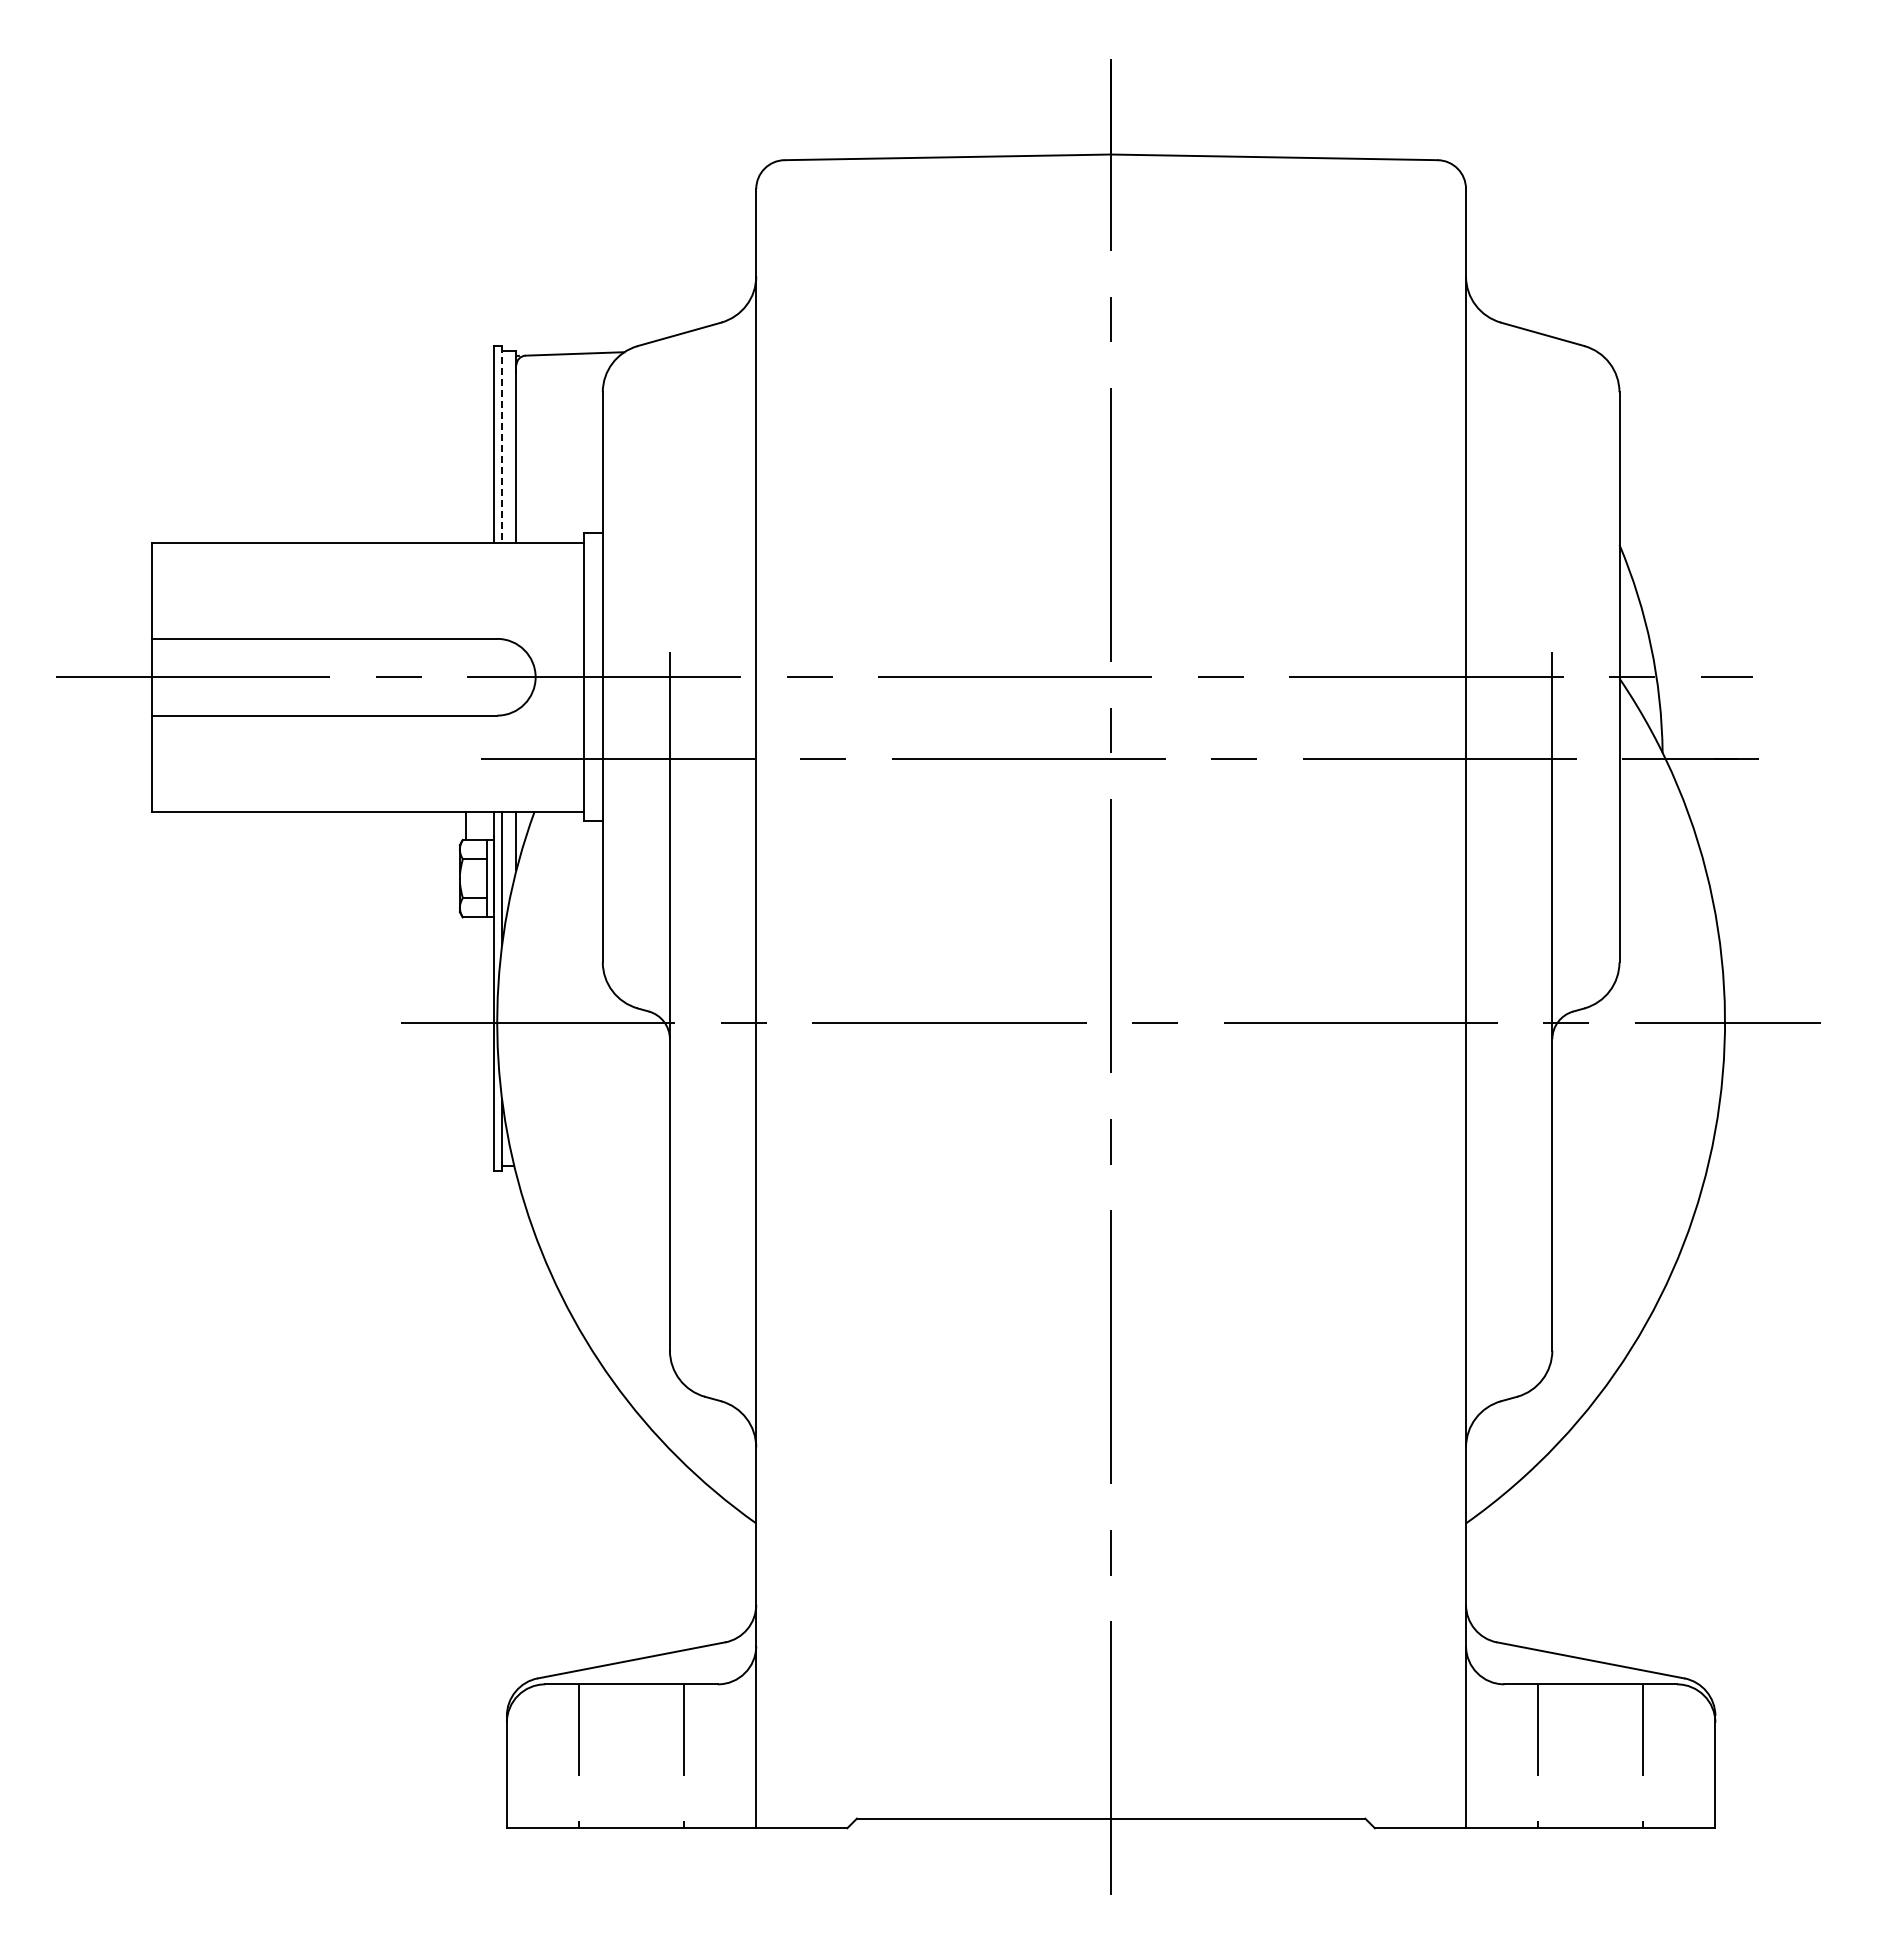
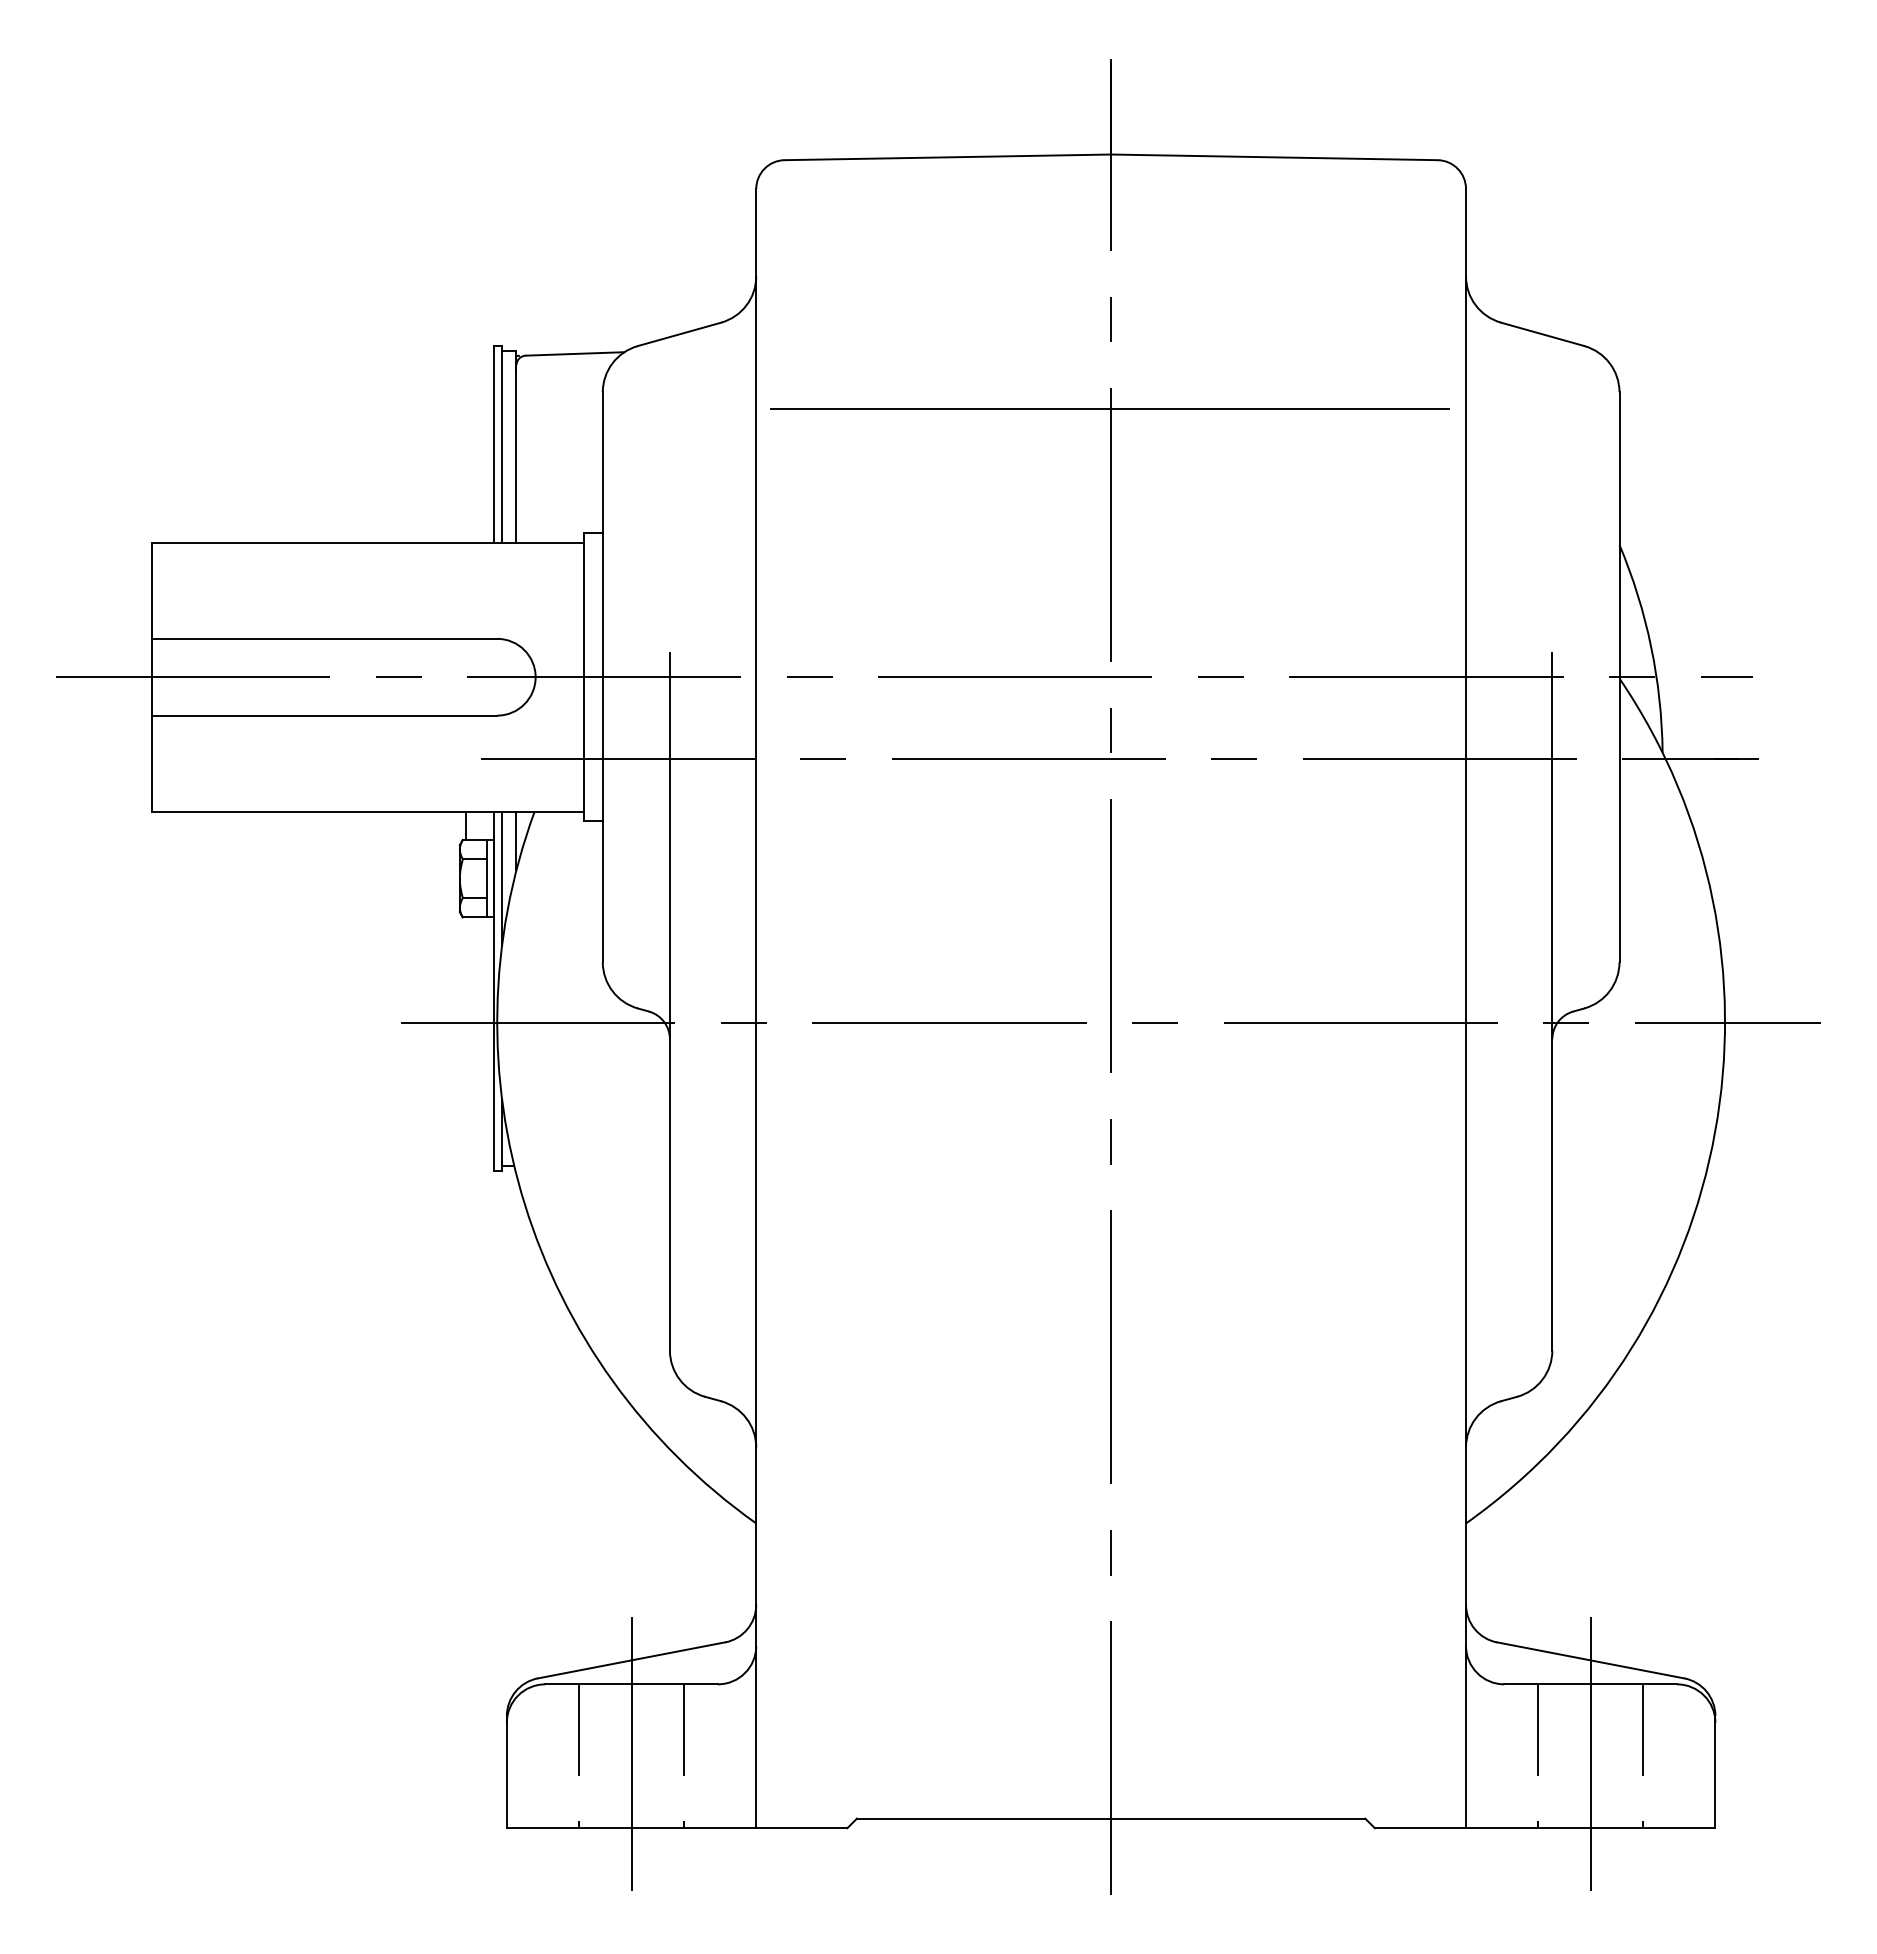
line at (1109, 408): none -> present
line at (502, 445): dashed -> solid
line at (631, 1756): none -> present
line at (1590, 1756): none -> present
